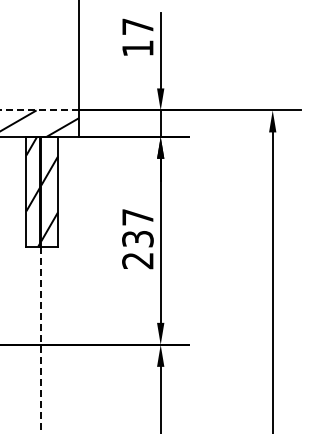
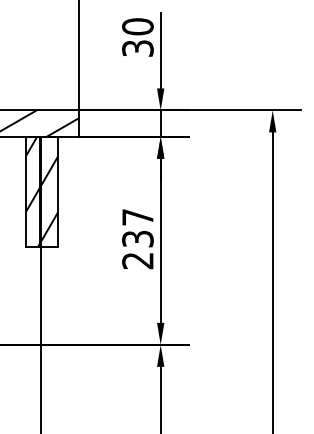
text at (137, 37): 17 -> 30
line at (39, 110): dashed -> solid
line at (41, 340): dashed -> solid
